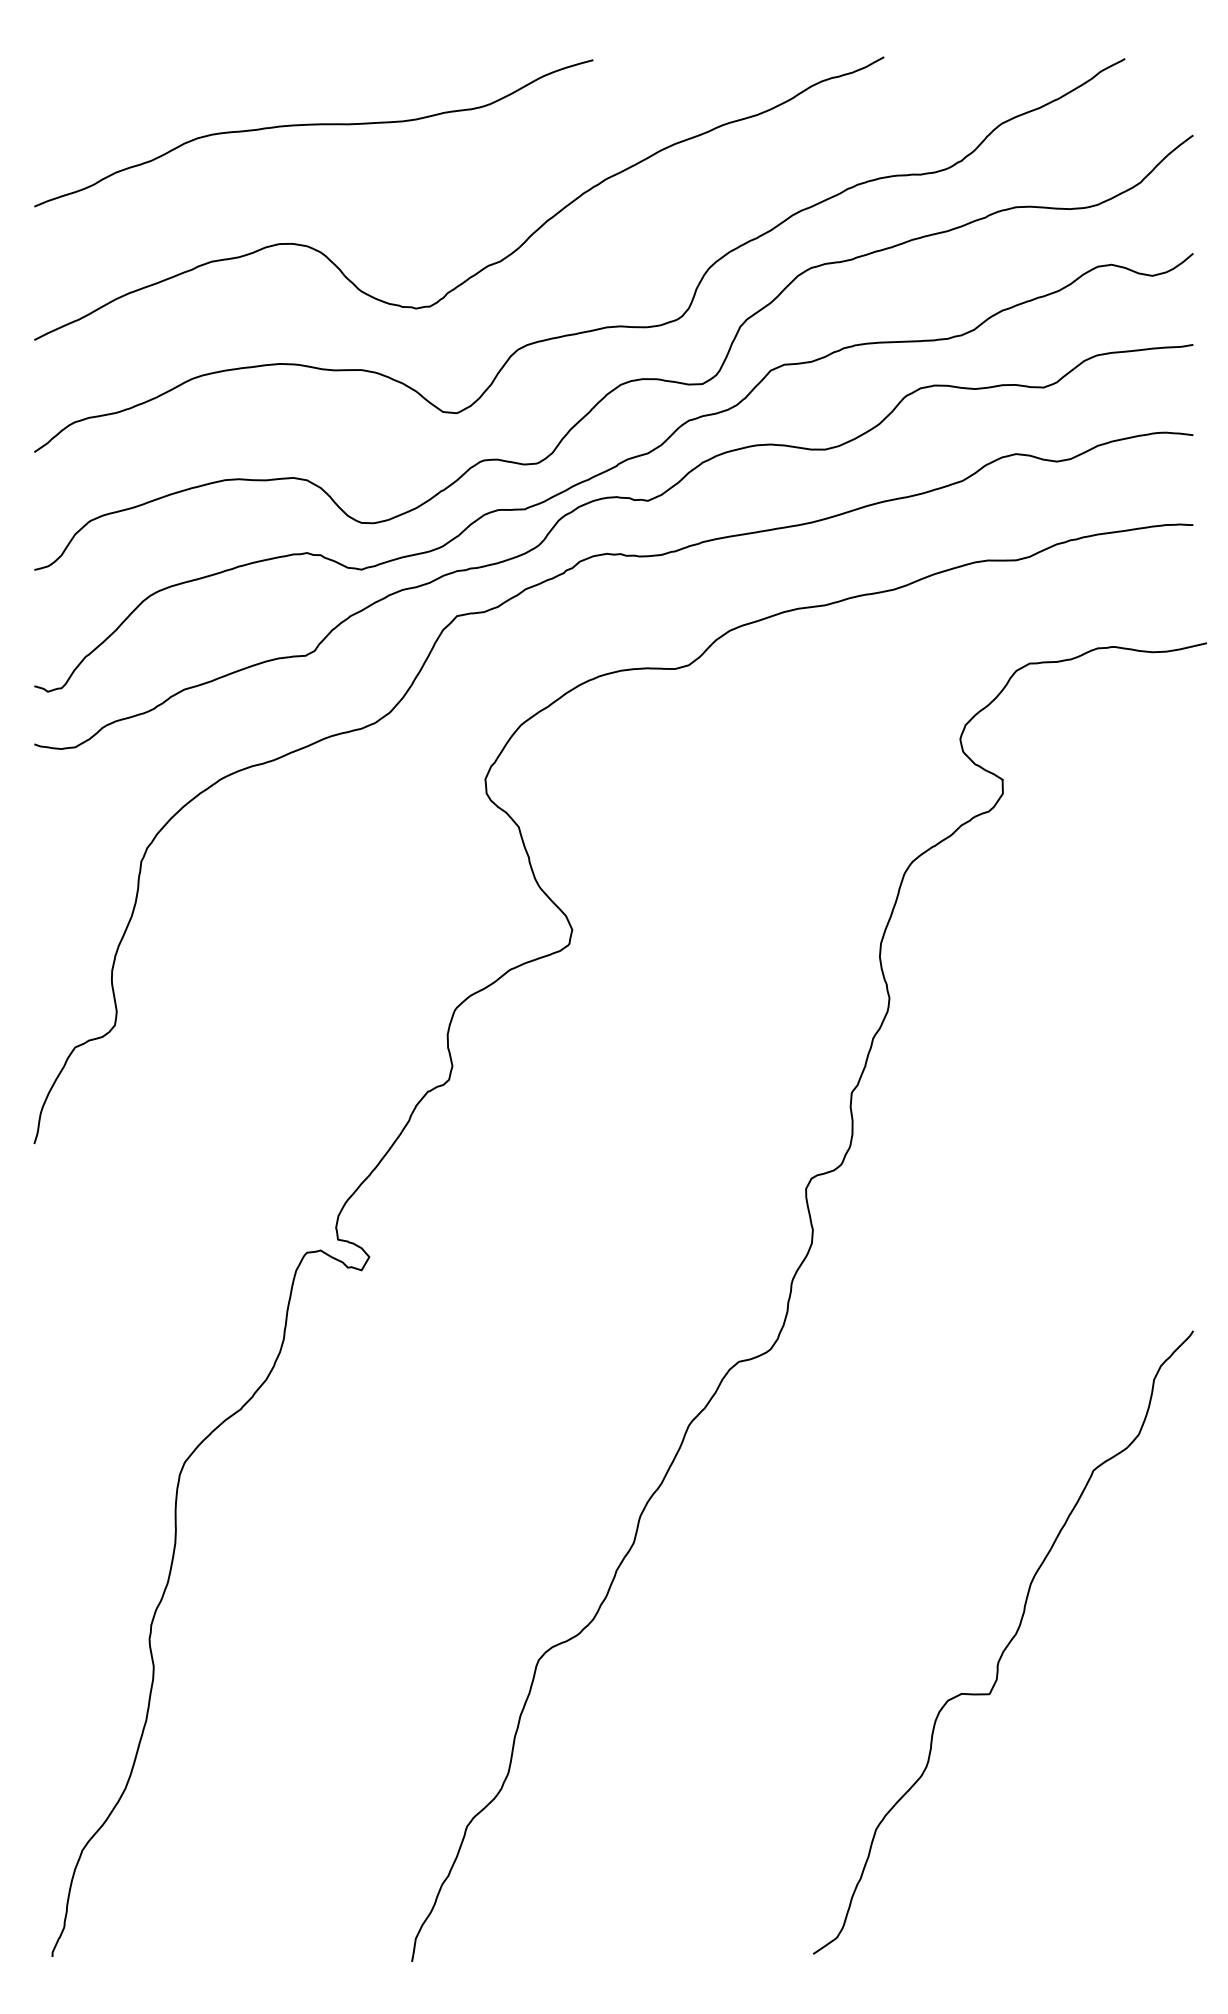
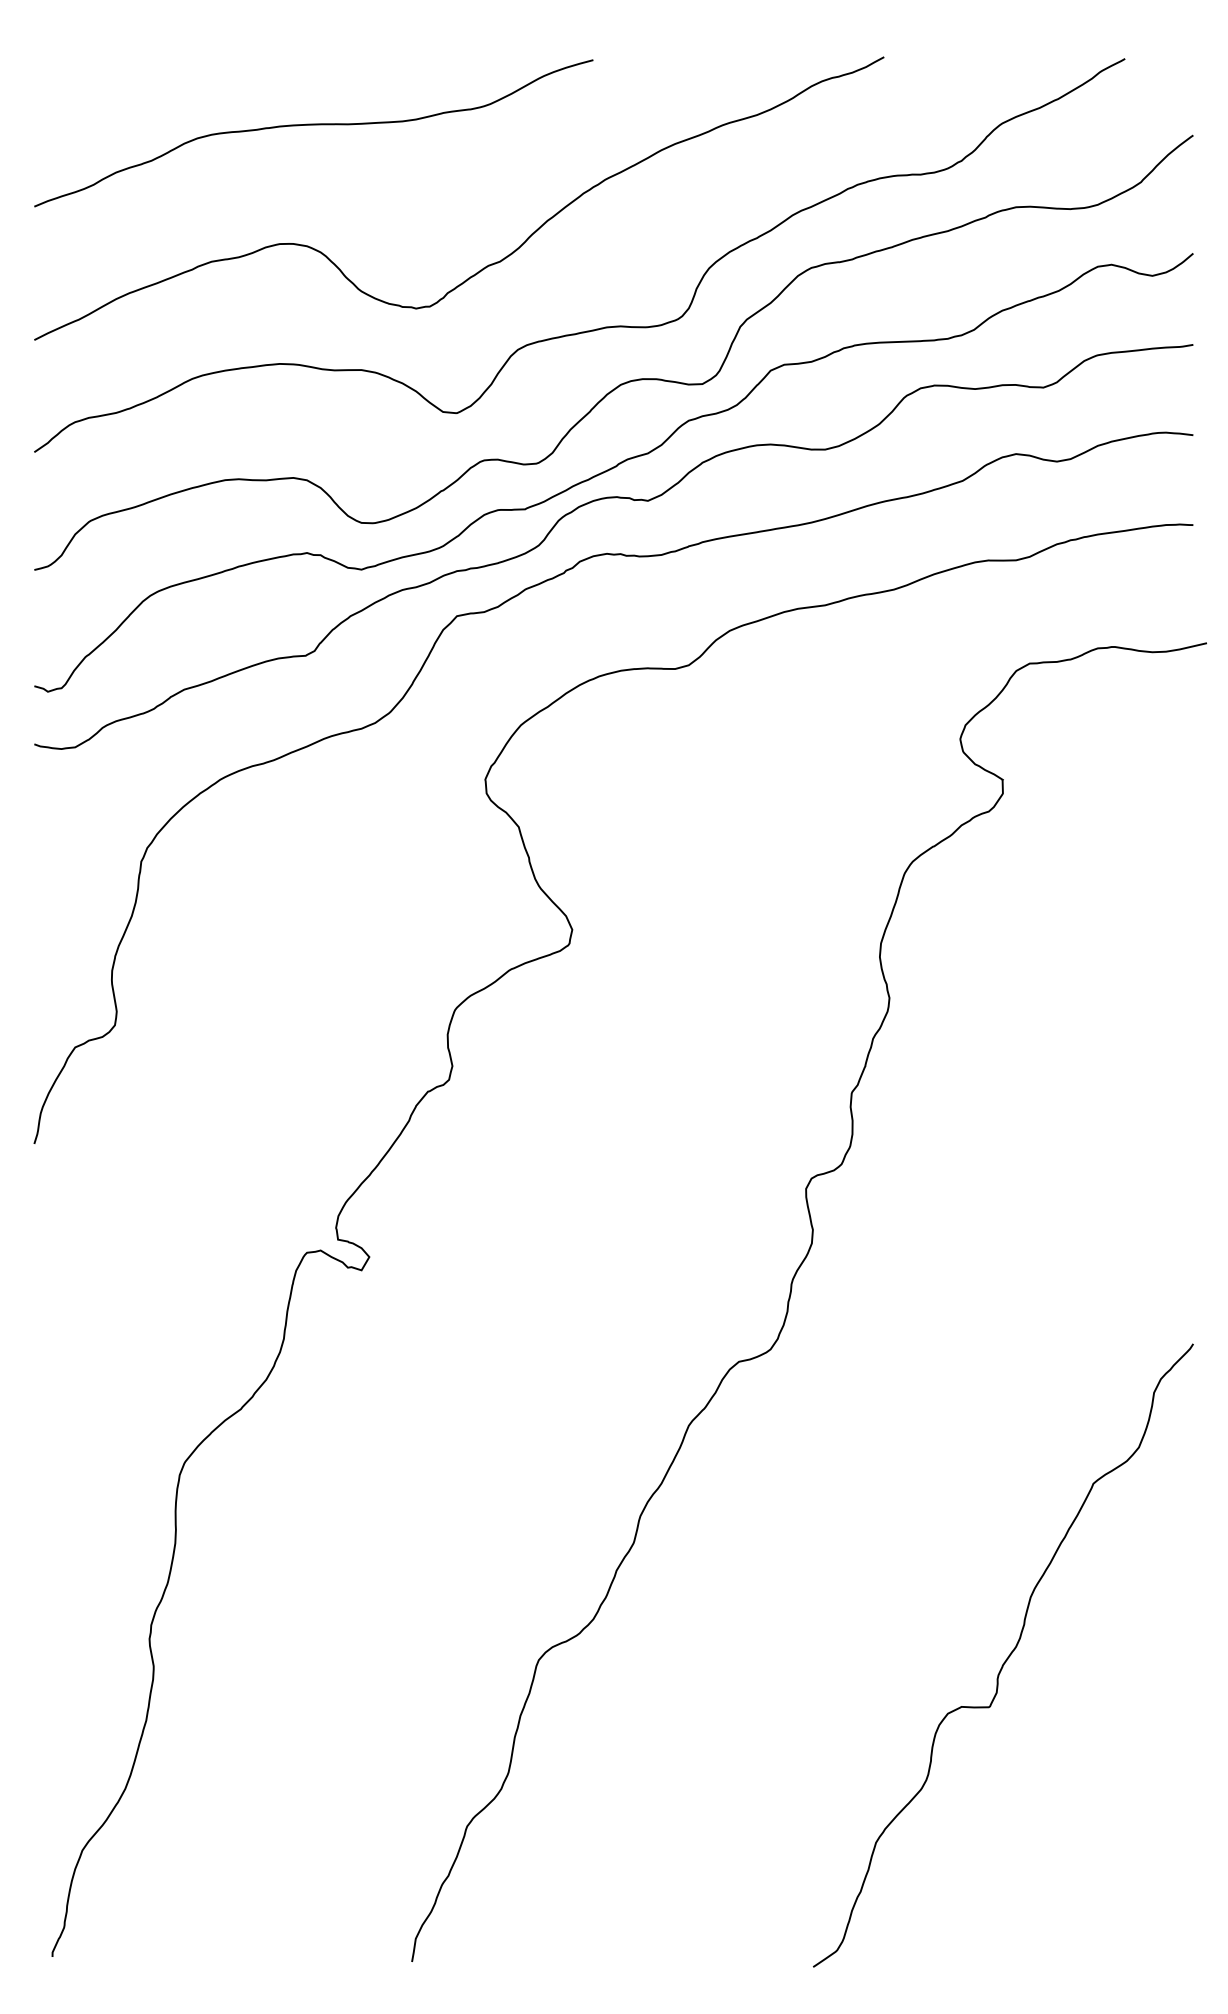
curve at (1006, 1645) position: (1006, 1645) -> (1006, 1658)
